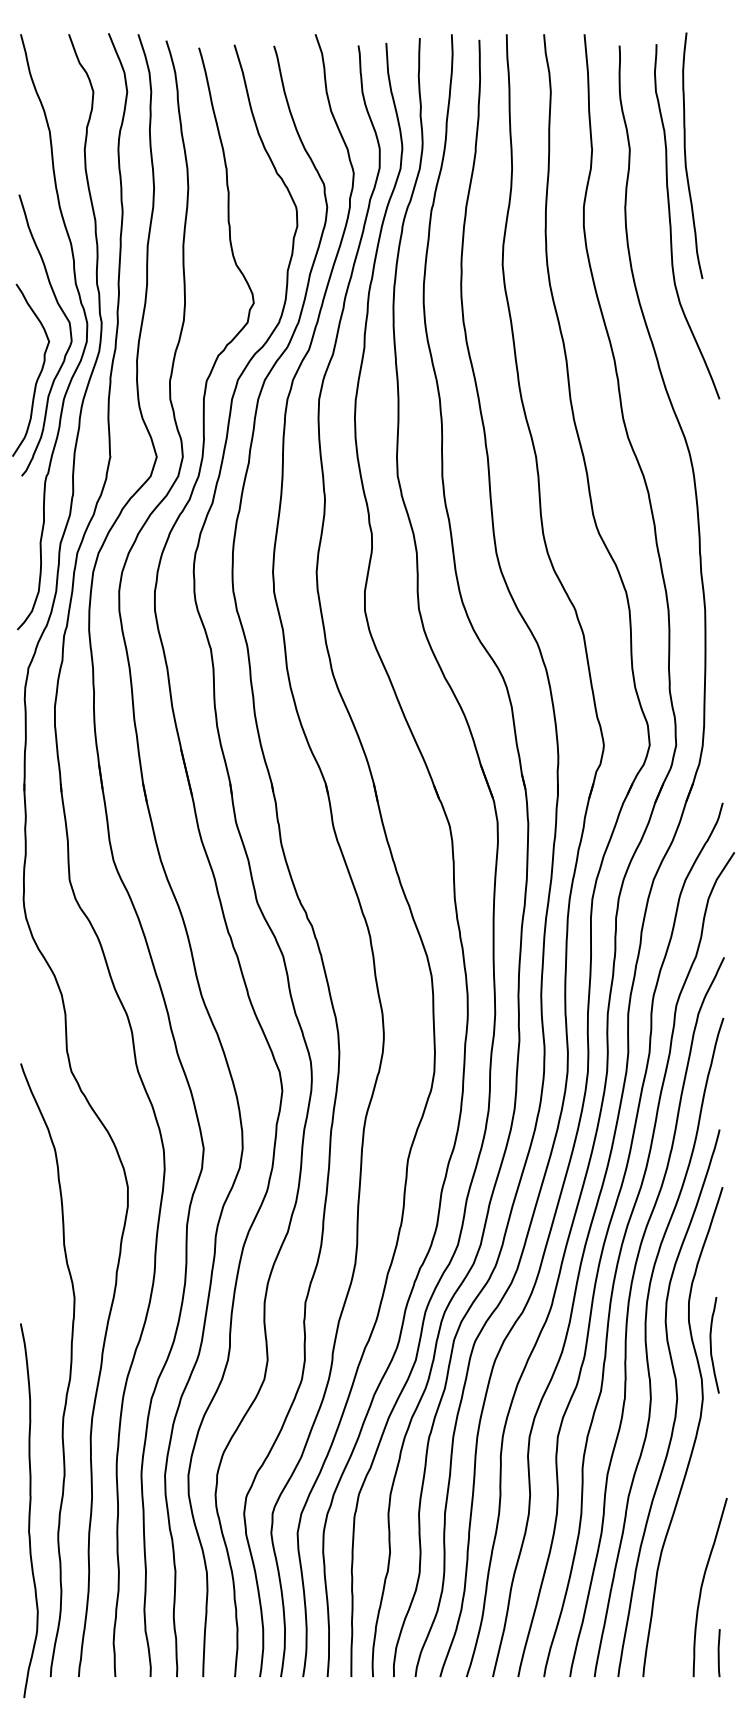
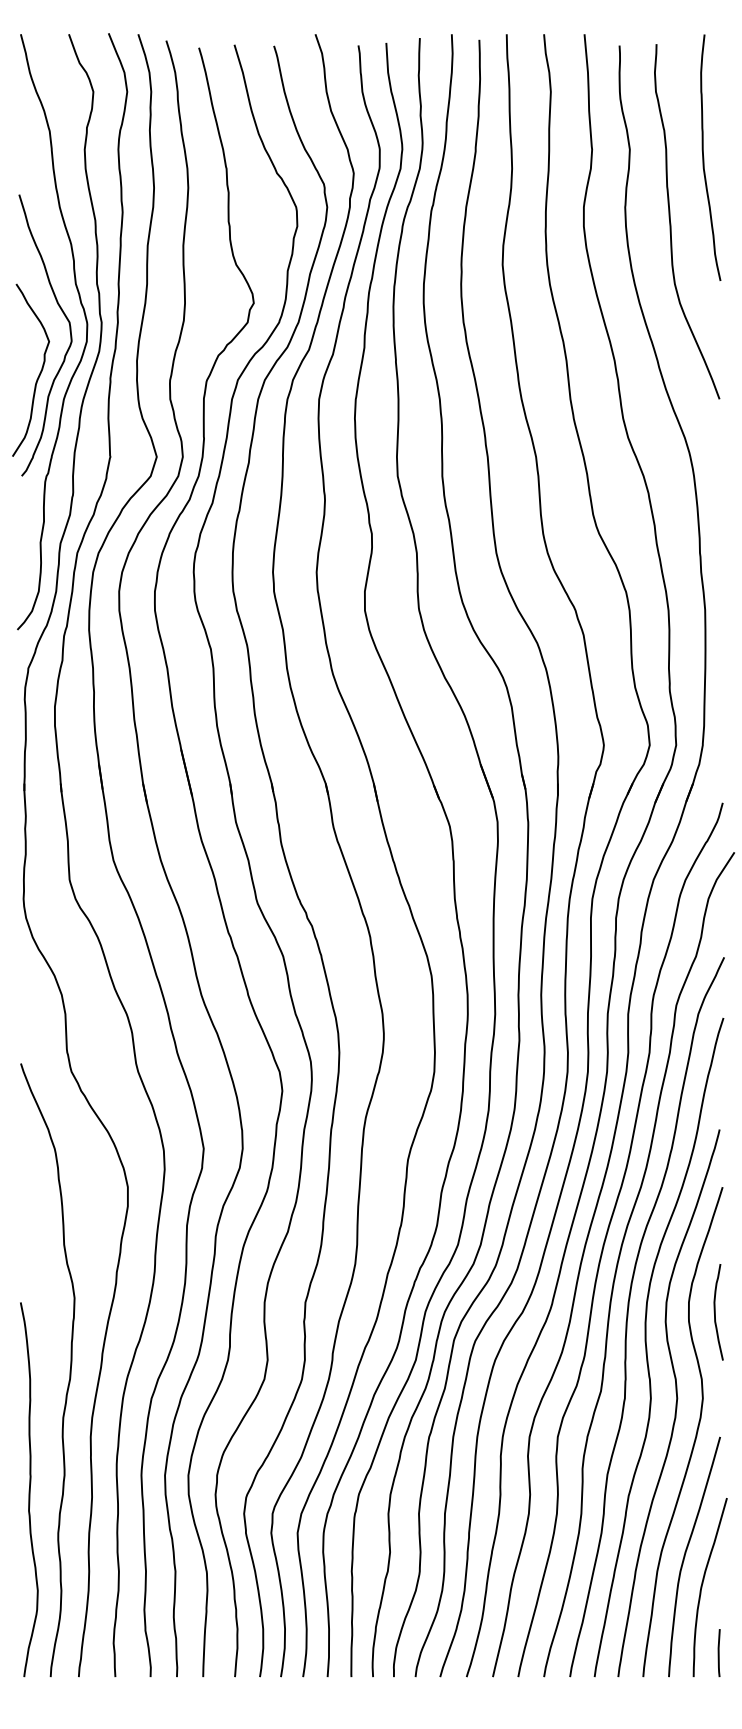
curve at (686, 155) position: (686, 155) -> (704, 157)
curve at (711, 1345) position: (711, 1345) -> (715, 1312)
curve at (29, 1510) position: (29, 1510) -> (29, 1489)
curve at (686, 1553): none -> present
